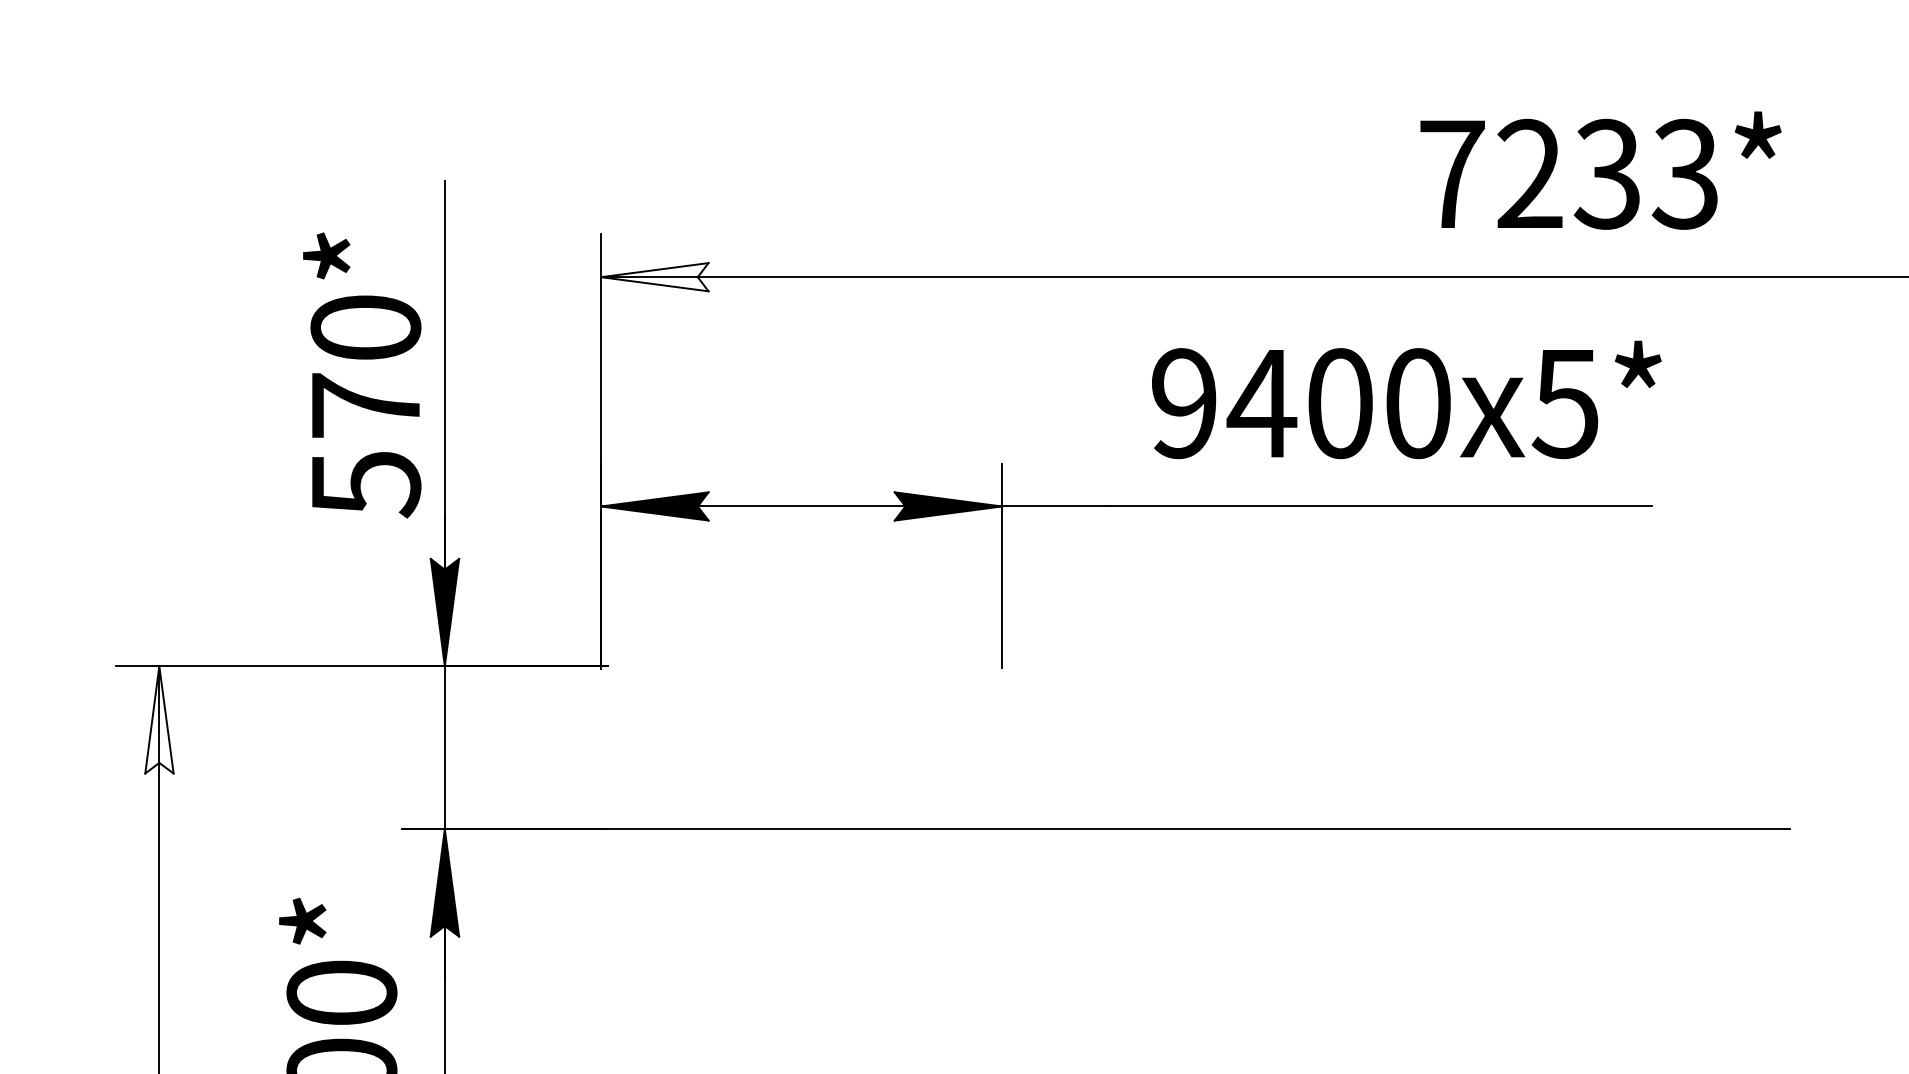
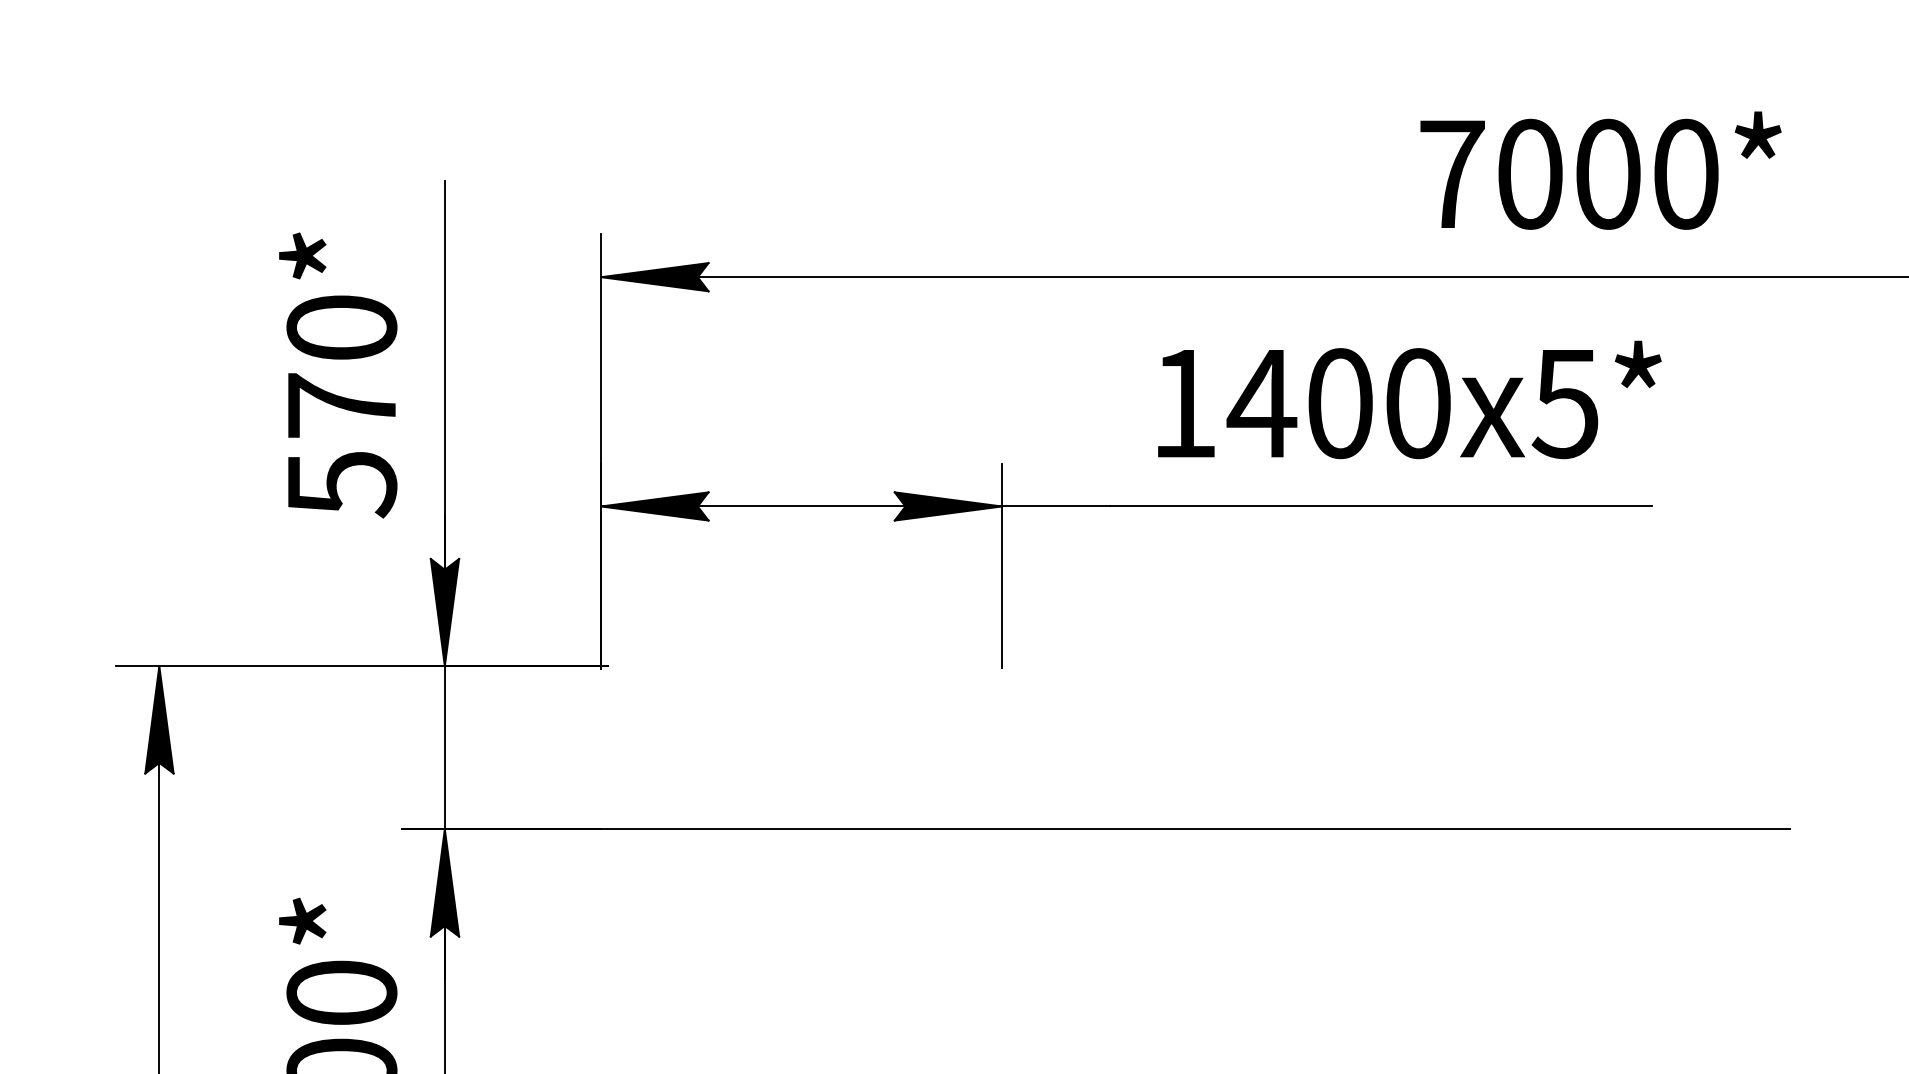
text at (1607, 173): 7233* -> 7000*
fill at (654, 277): none -> present
text at (362, 375) position: (362, 375) -> (338, 375)
text at (1184, 403): 9400x5* -> 1400x5*
fill at (159, 719): none -> present
